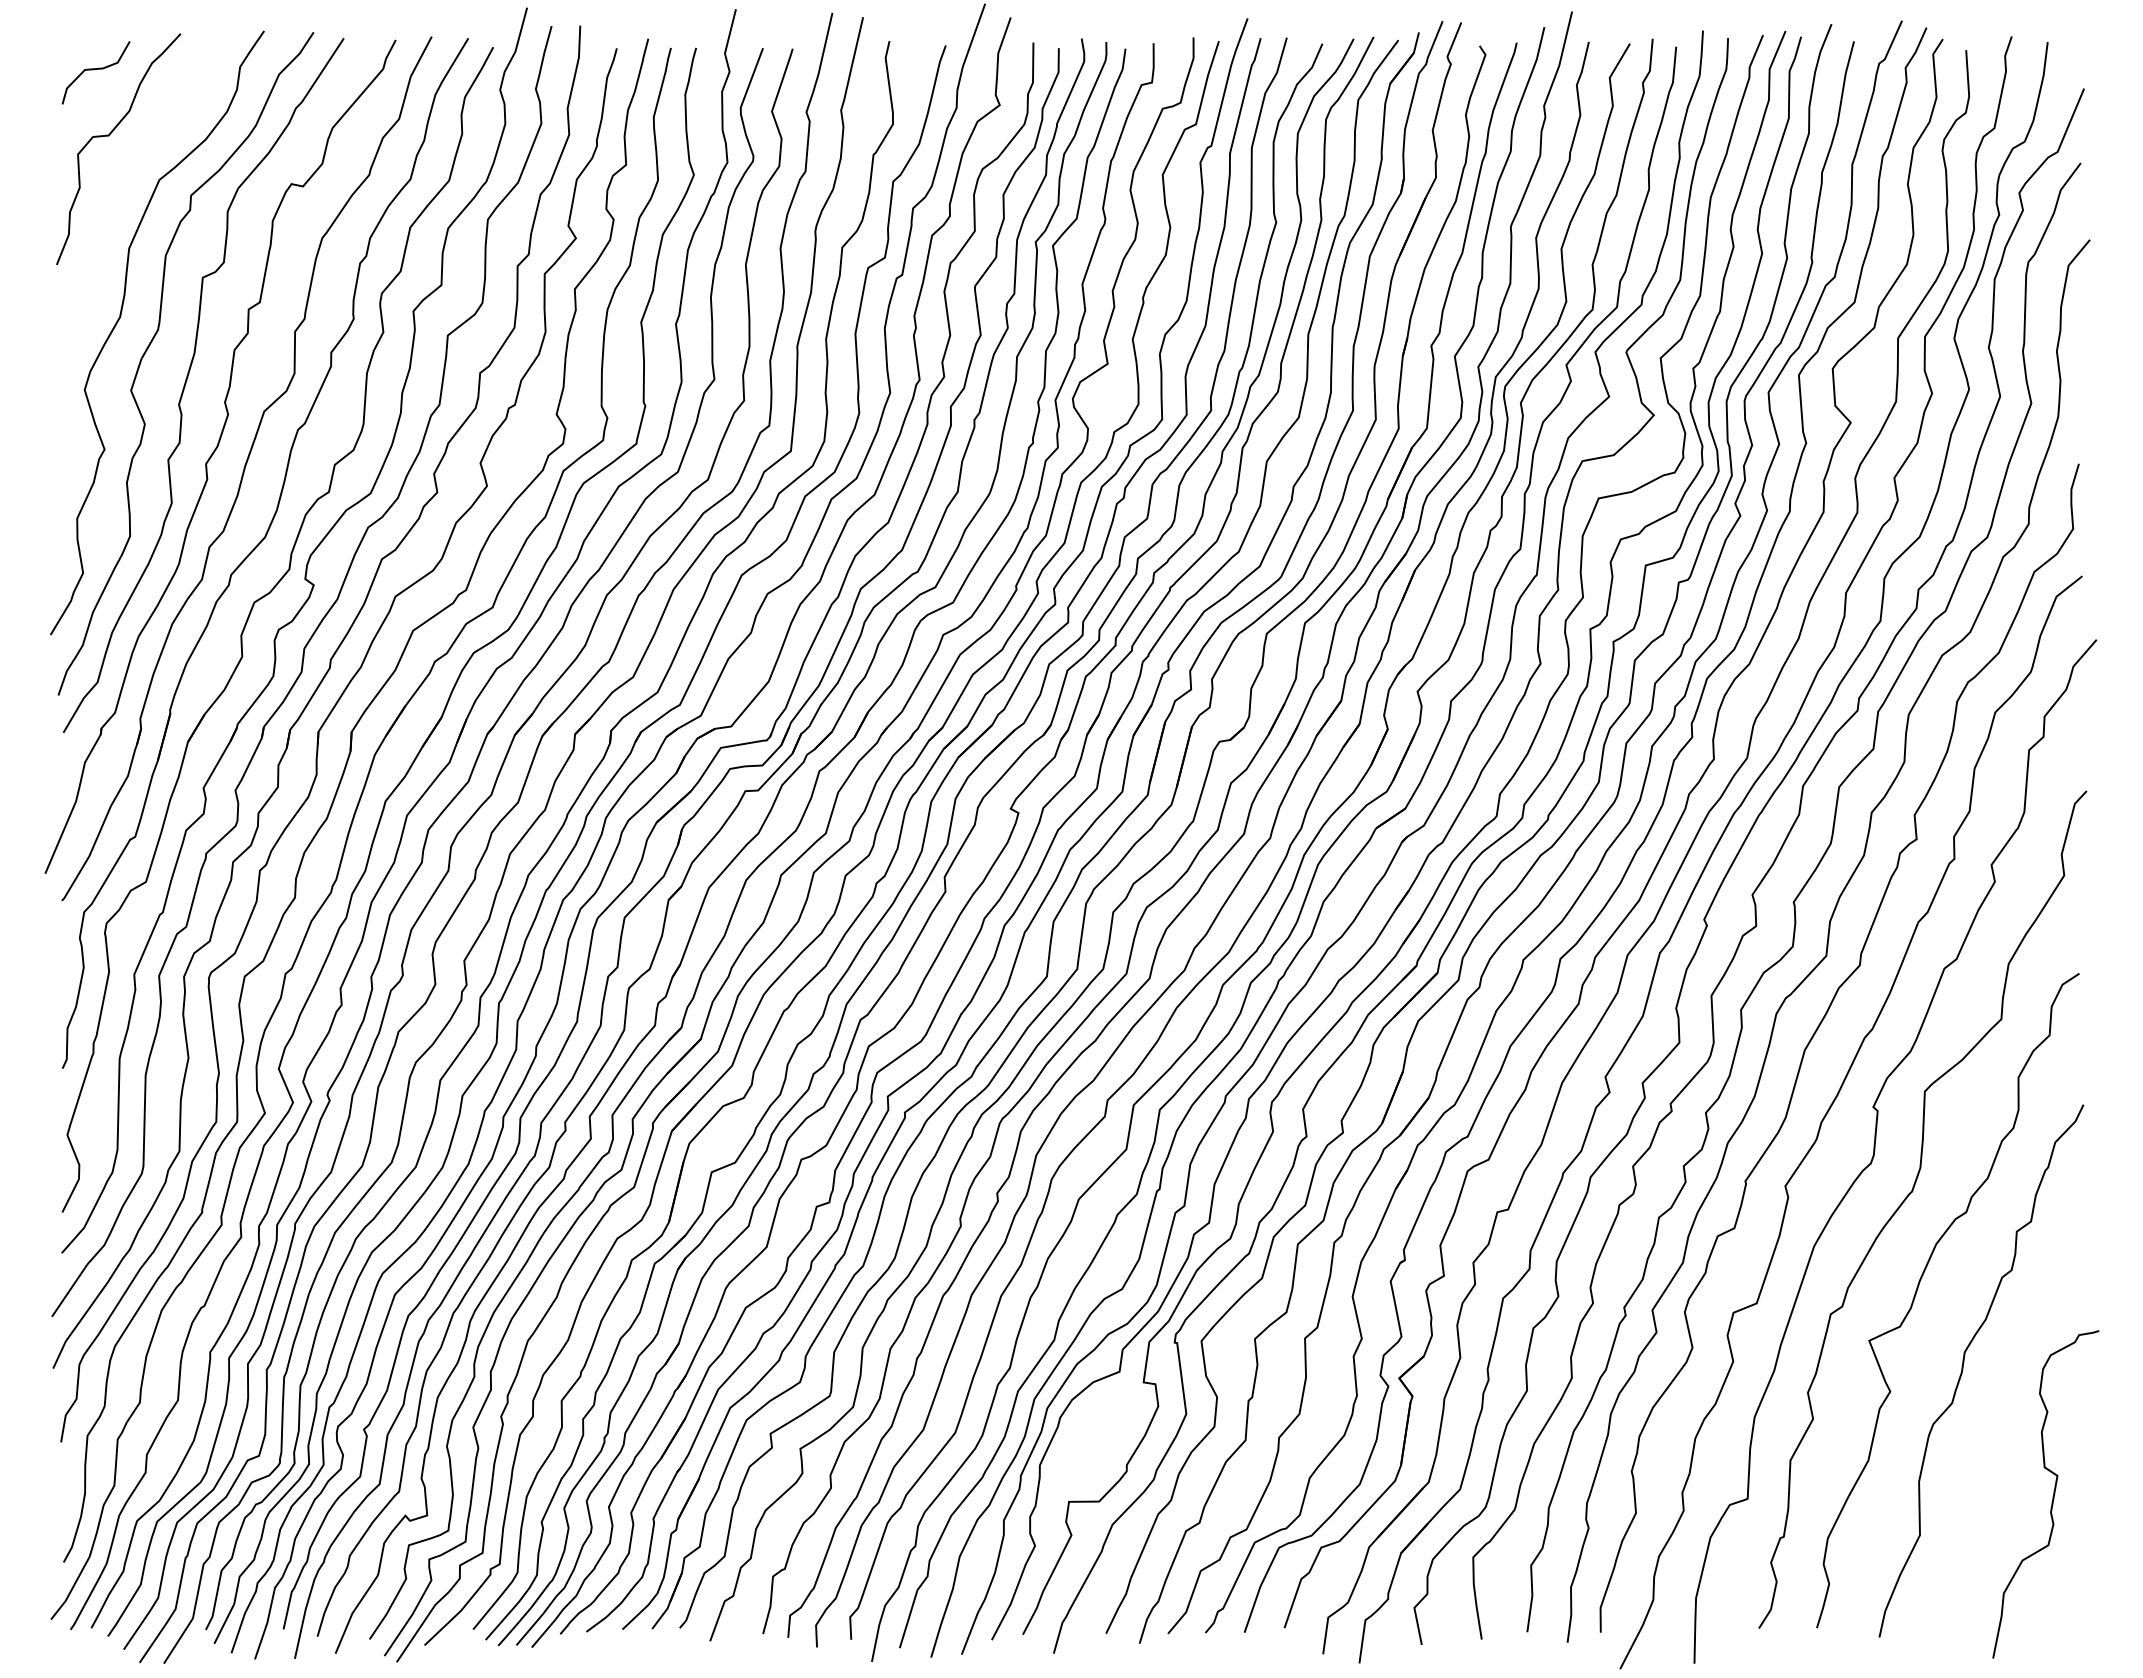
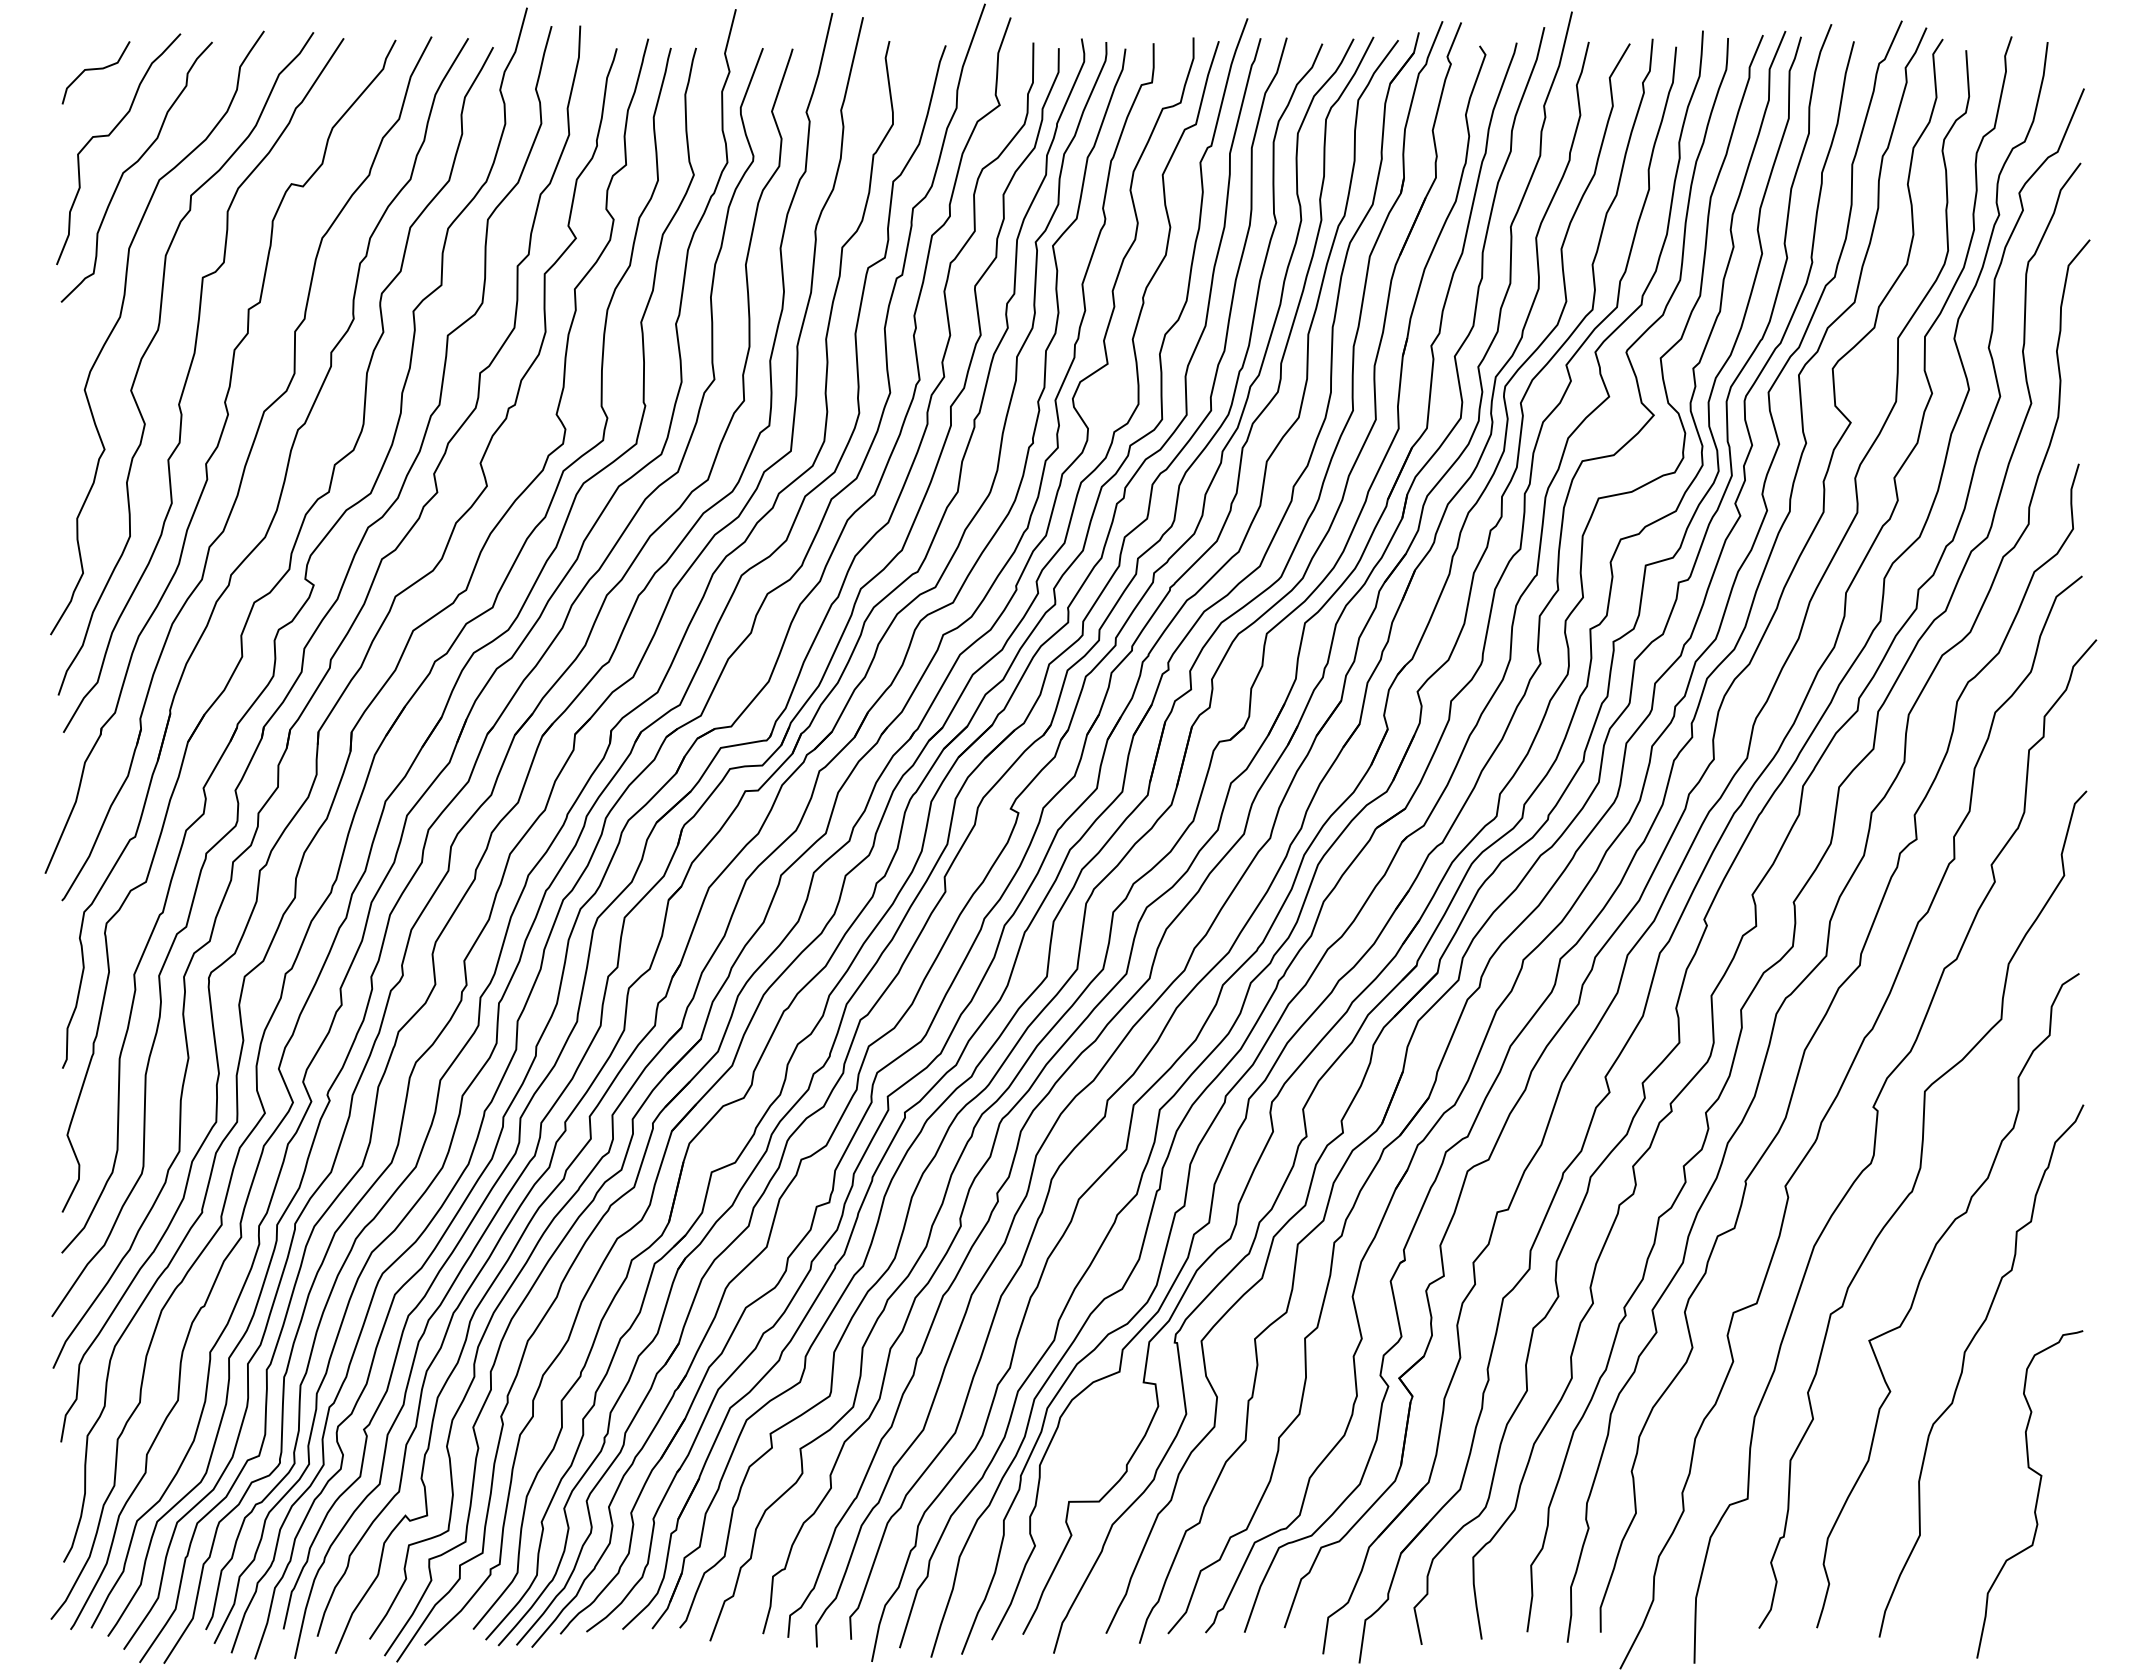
curve at (134, 165): none -> present
curve at (2052, 1496) position: (2052, 1496) -> (2036, 1496)
